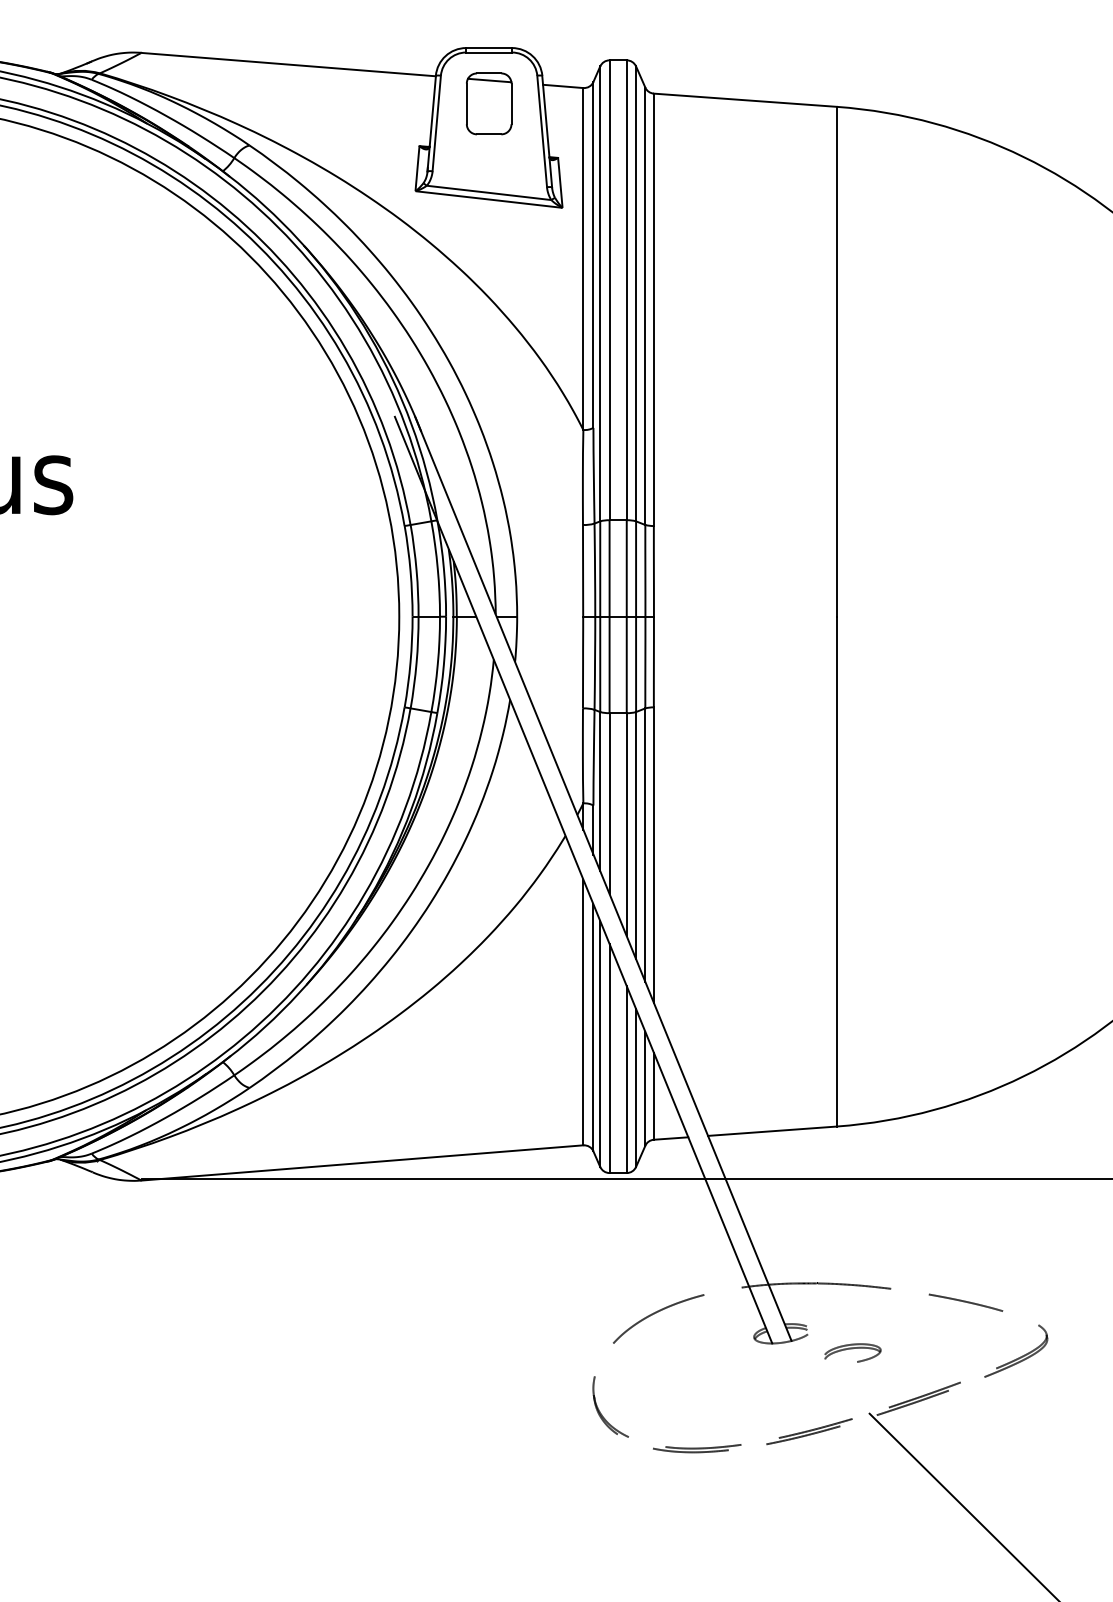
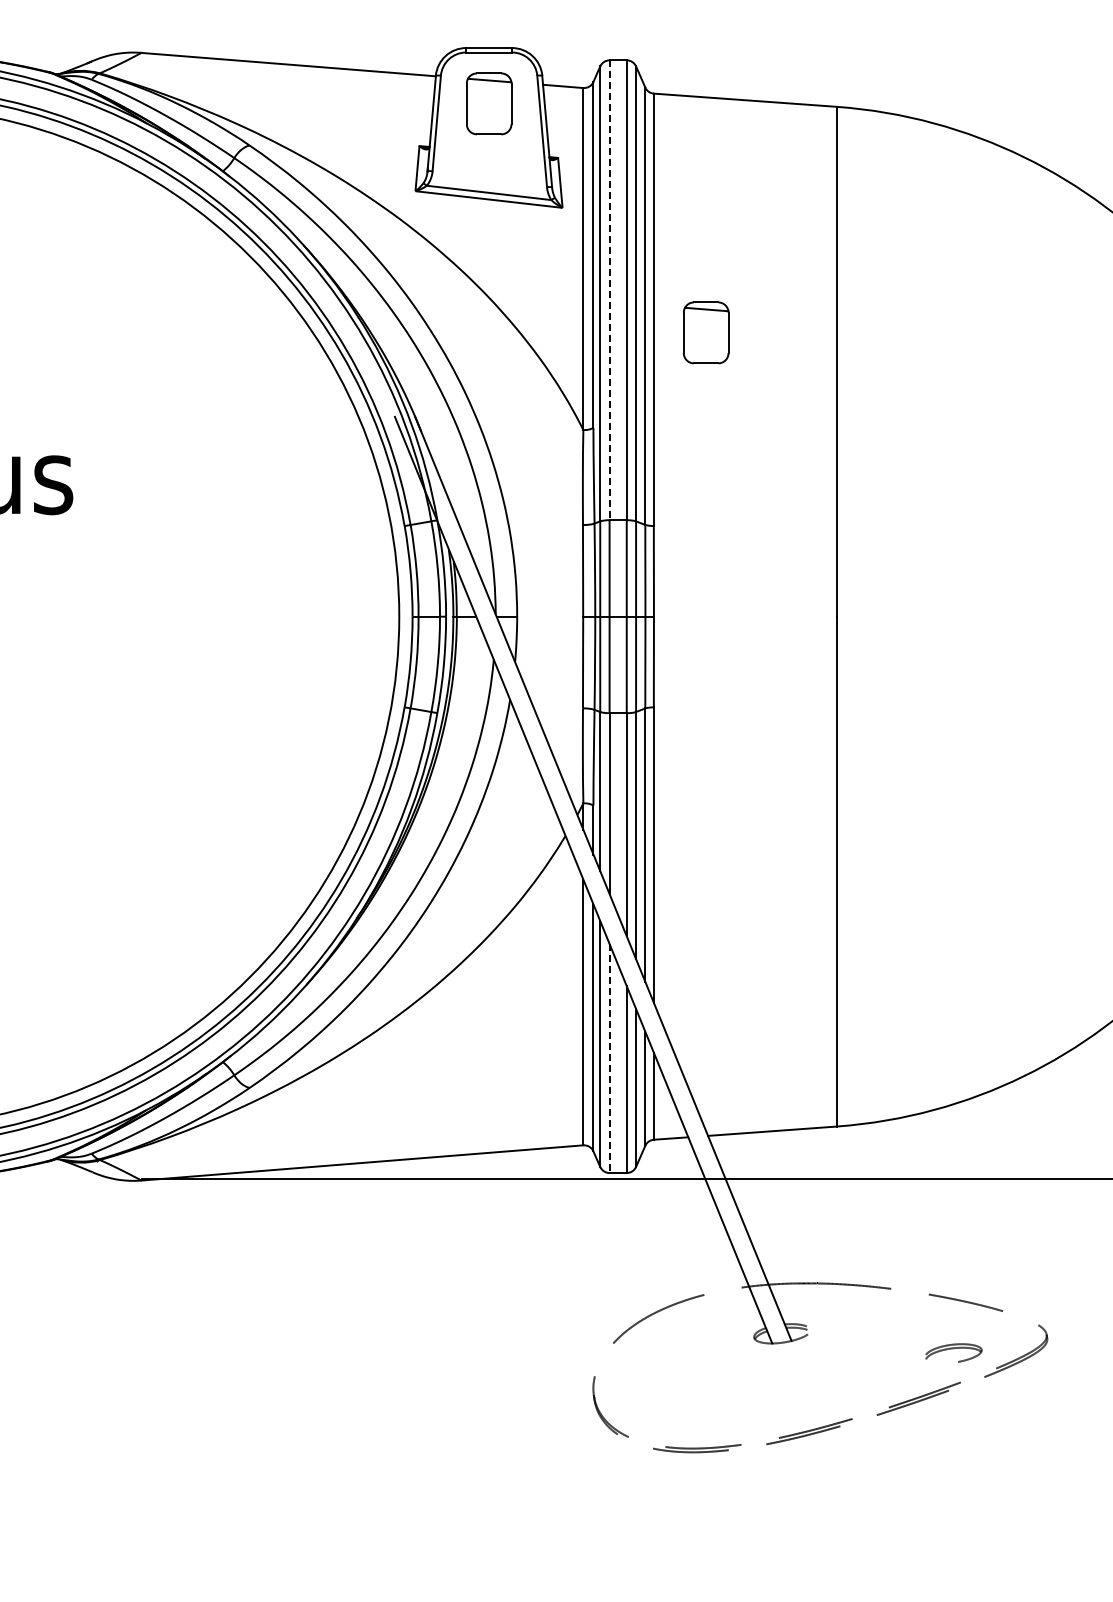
line at (609, 290): solid -> dashed
part at (706, 332): none -> present
line at (609, 1058): solid -> dashed
part at (852, 1352) position: (852, 1352) -> (953, 1352)
line at (962, 1505): present -> none
